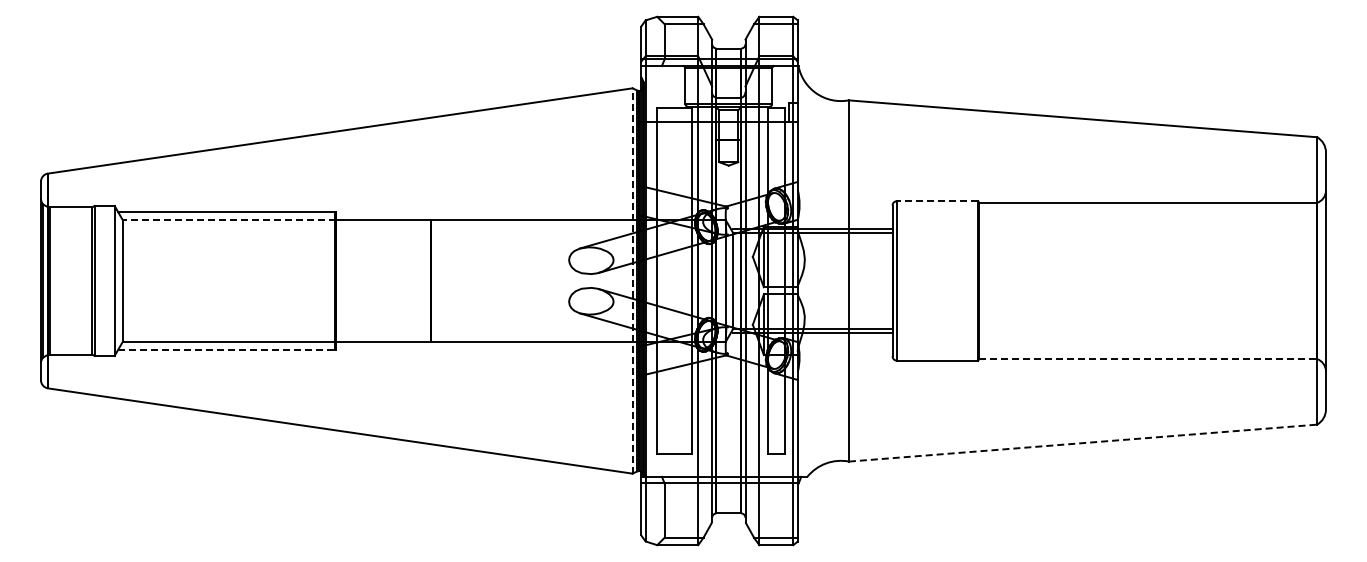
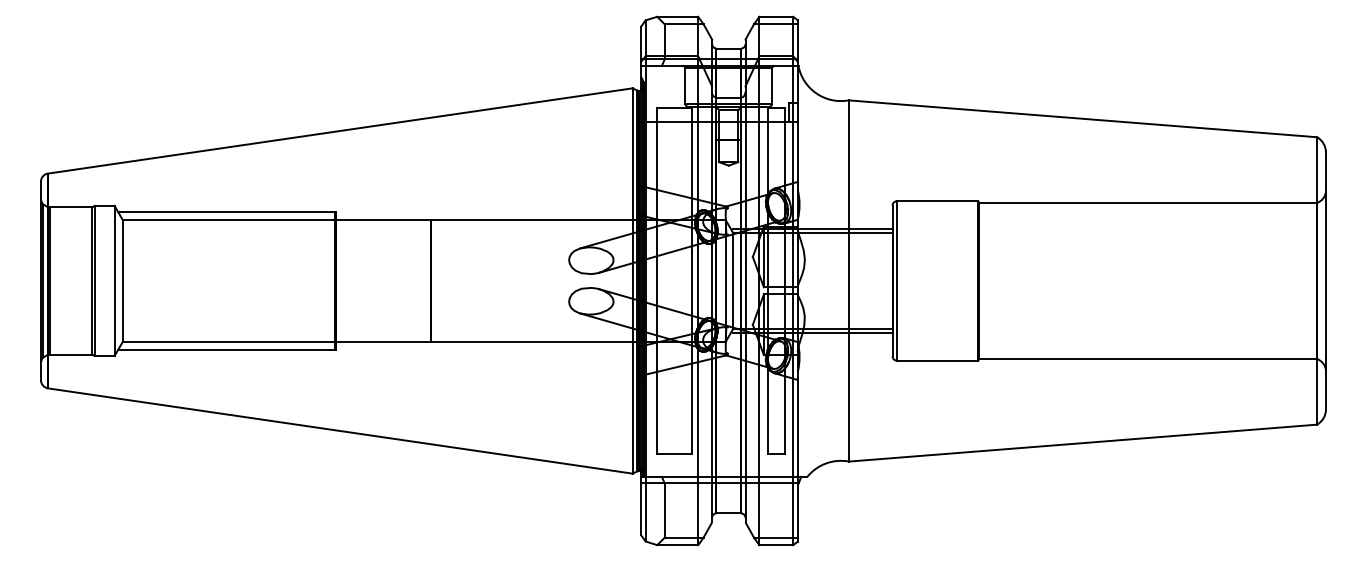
line at (937, 201): dashed -> solid
line at (229, 219): dashed -> solid
line at (632, 280): dashed -> solid
line at (226, 350): dashed -> solid
line at (1148, 358): dashed -> solid
line at (1082, 443): dashed -> solid
